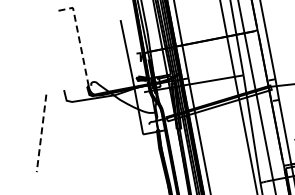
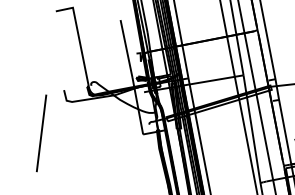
line at (79, 37): dashed -> solid
line at (41, 133): dashed -> solid
